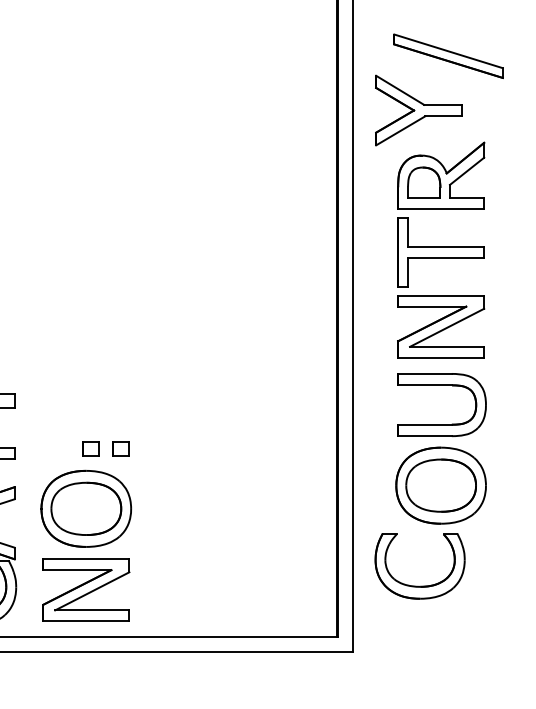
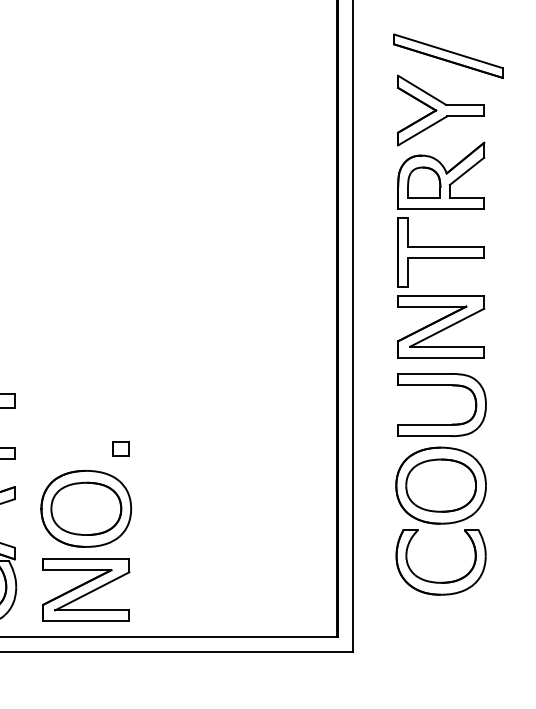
part at (418, 110) position: (418, 110) -> (440, 110)
part at (90, 448): present -> none
part at (418, 585) position: (418, 585) -> (439, 581)
